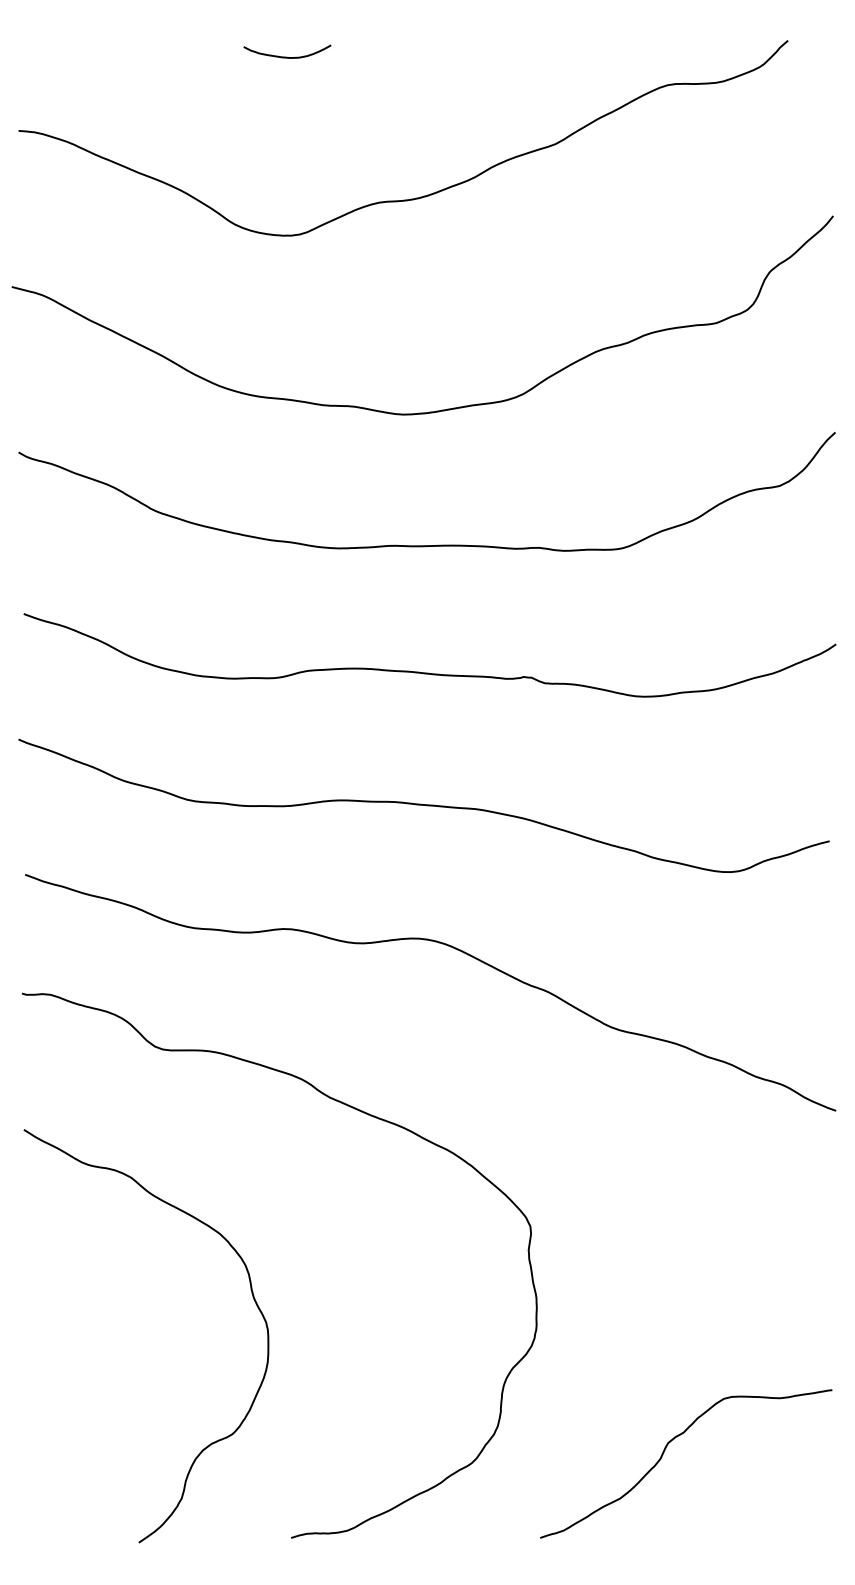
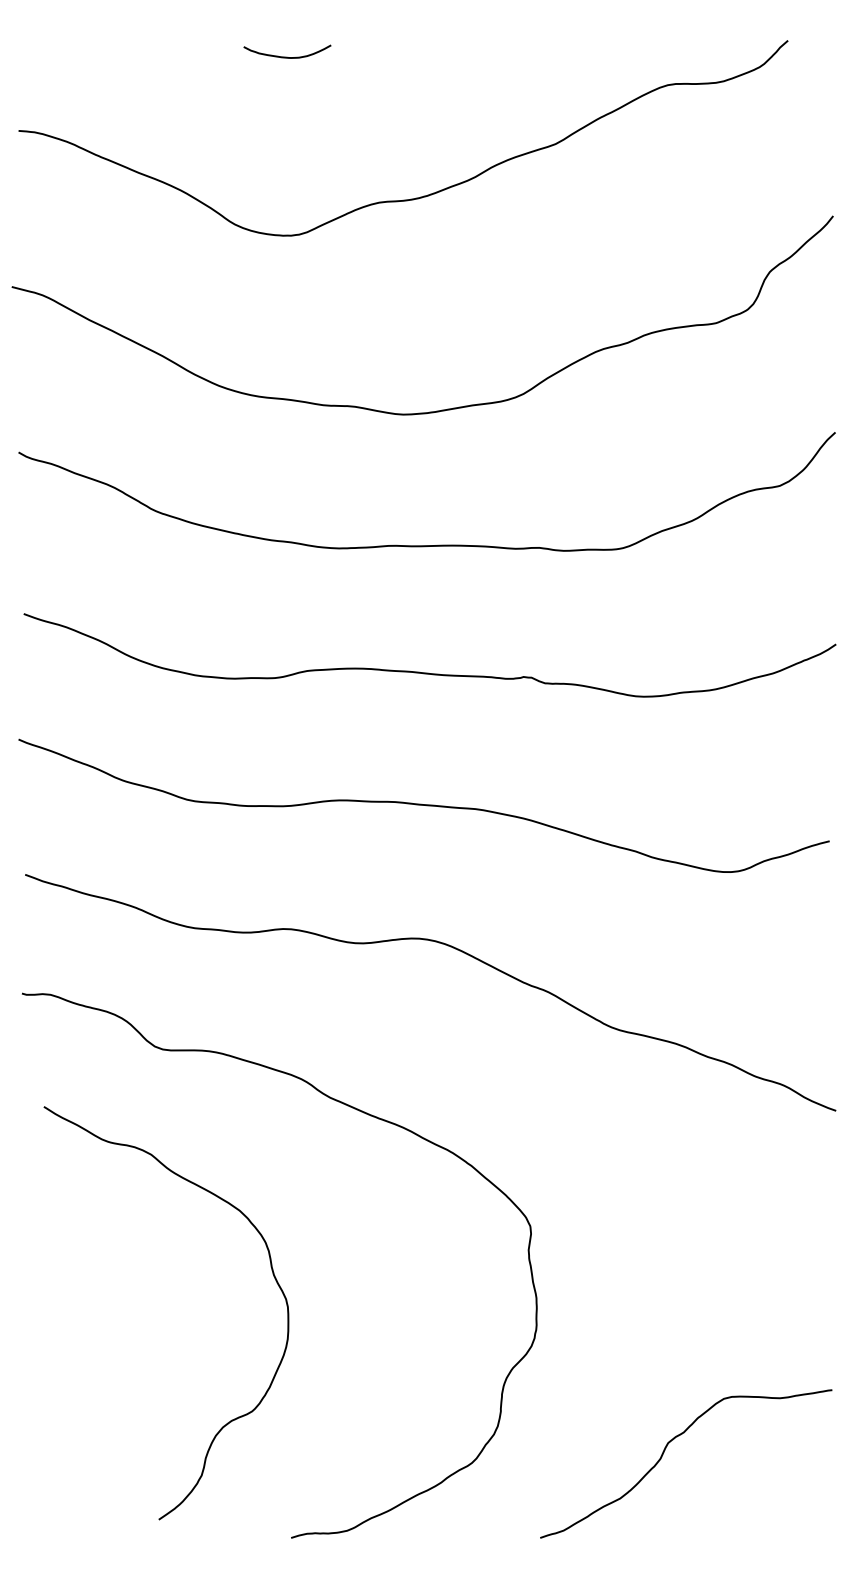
curve at (252, 1297) position: (252, 1297) -> (272, 1274)
